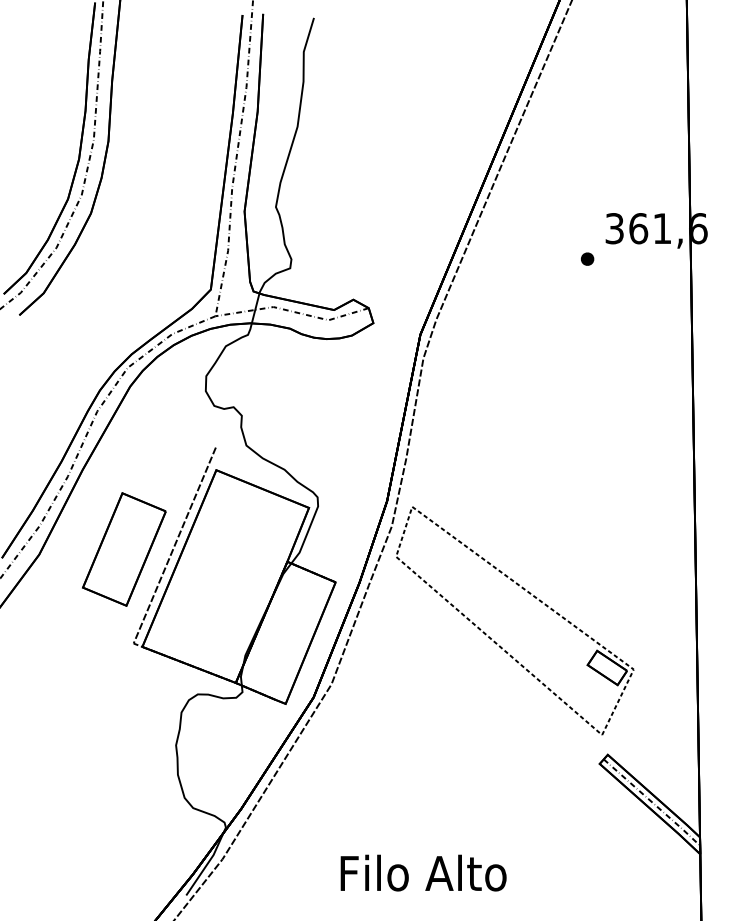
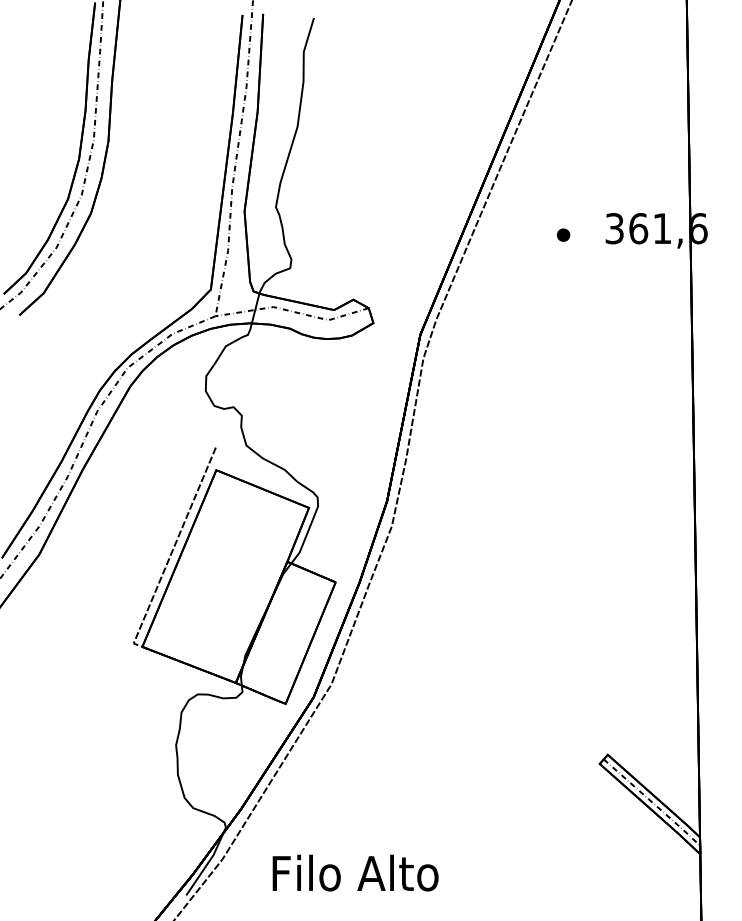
part at (587, 258) position: (587, 258) -> (563, 234)
part at (124, 549): present -> none
part at (494, 640): present -> none
text at (423, 872) position: (423, 872) -> (355, 872)
